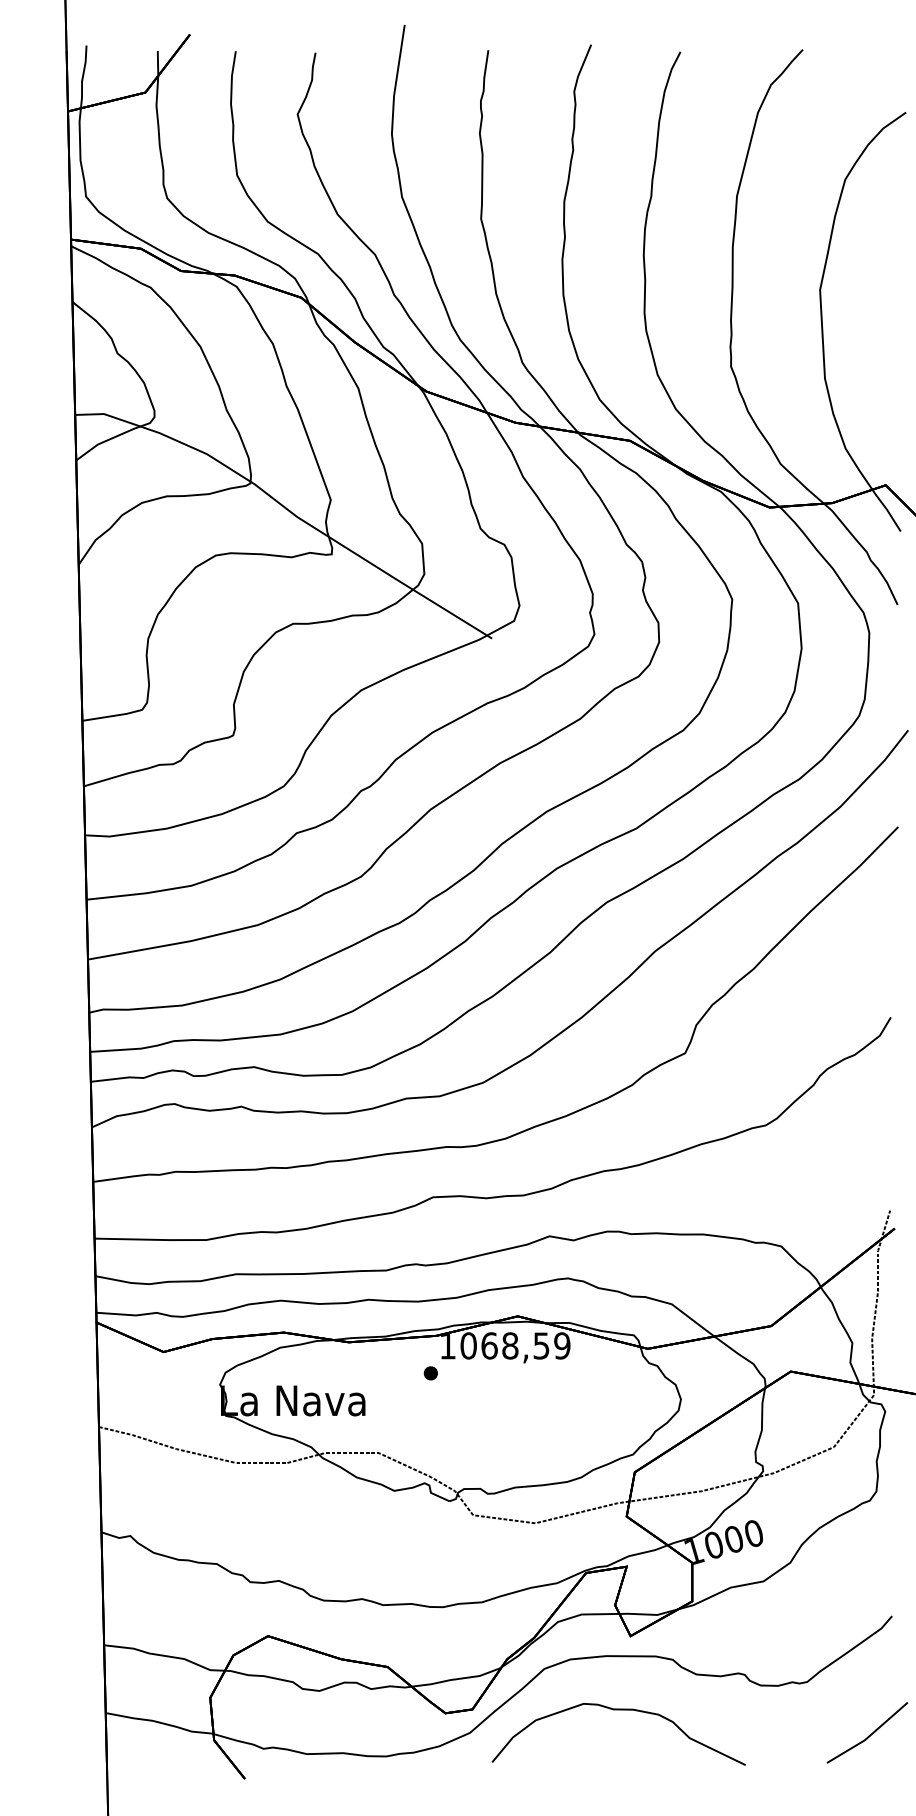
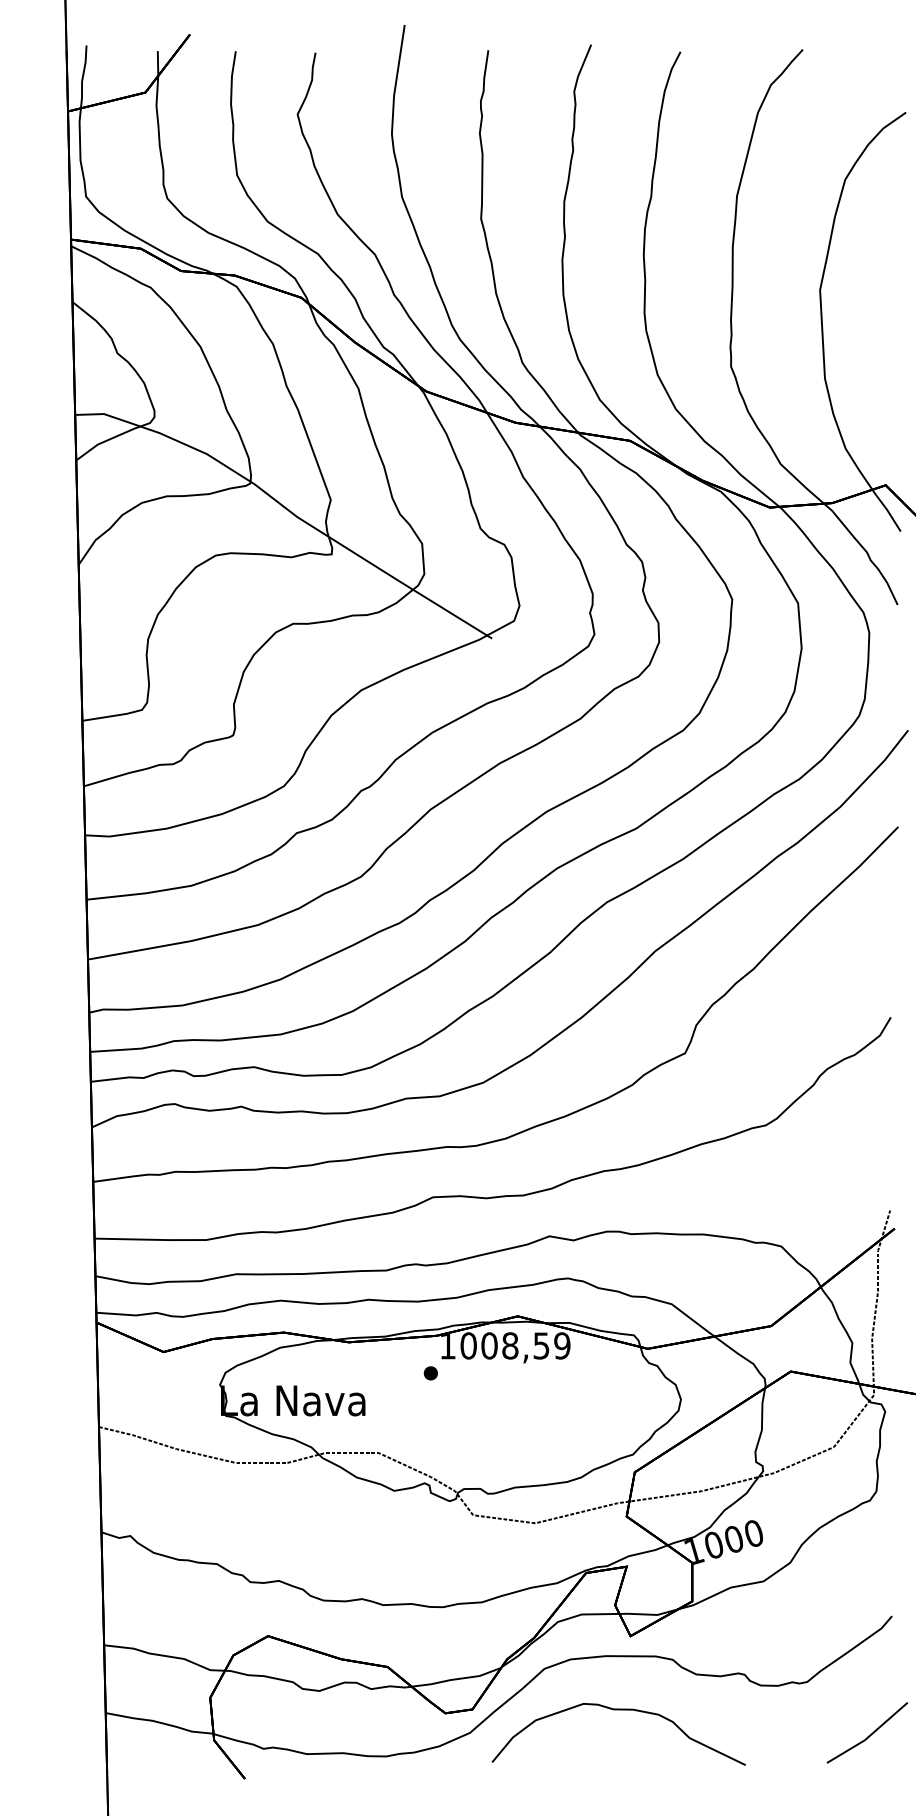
text at (489, 1345): 1068,59 -> 1008,59
